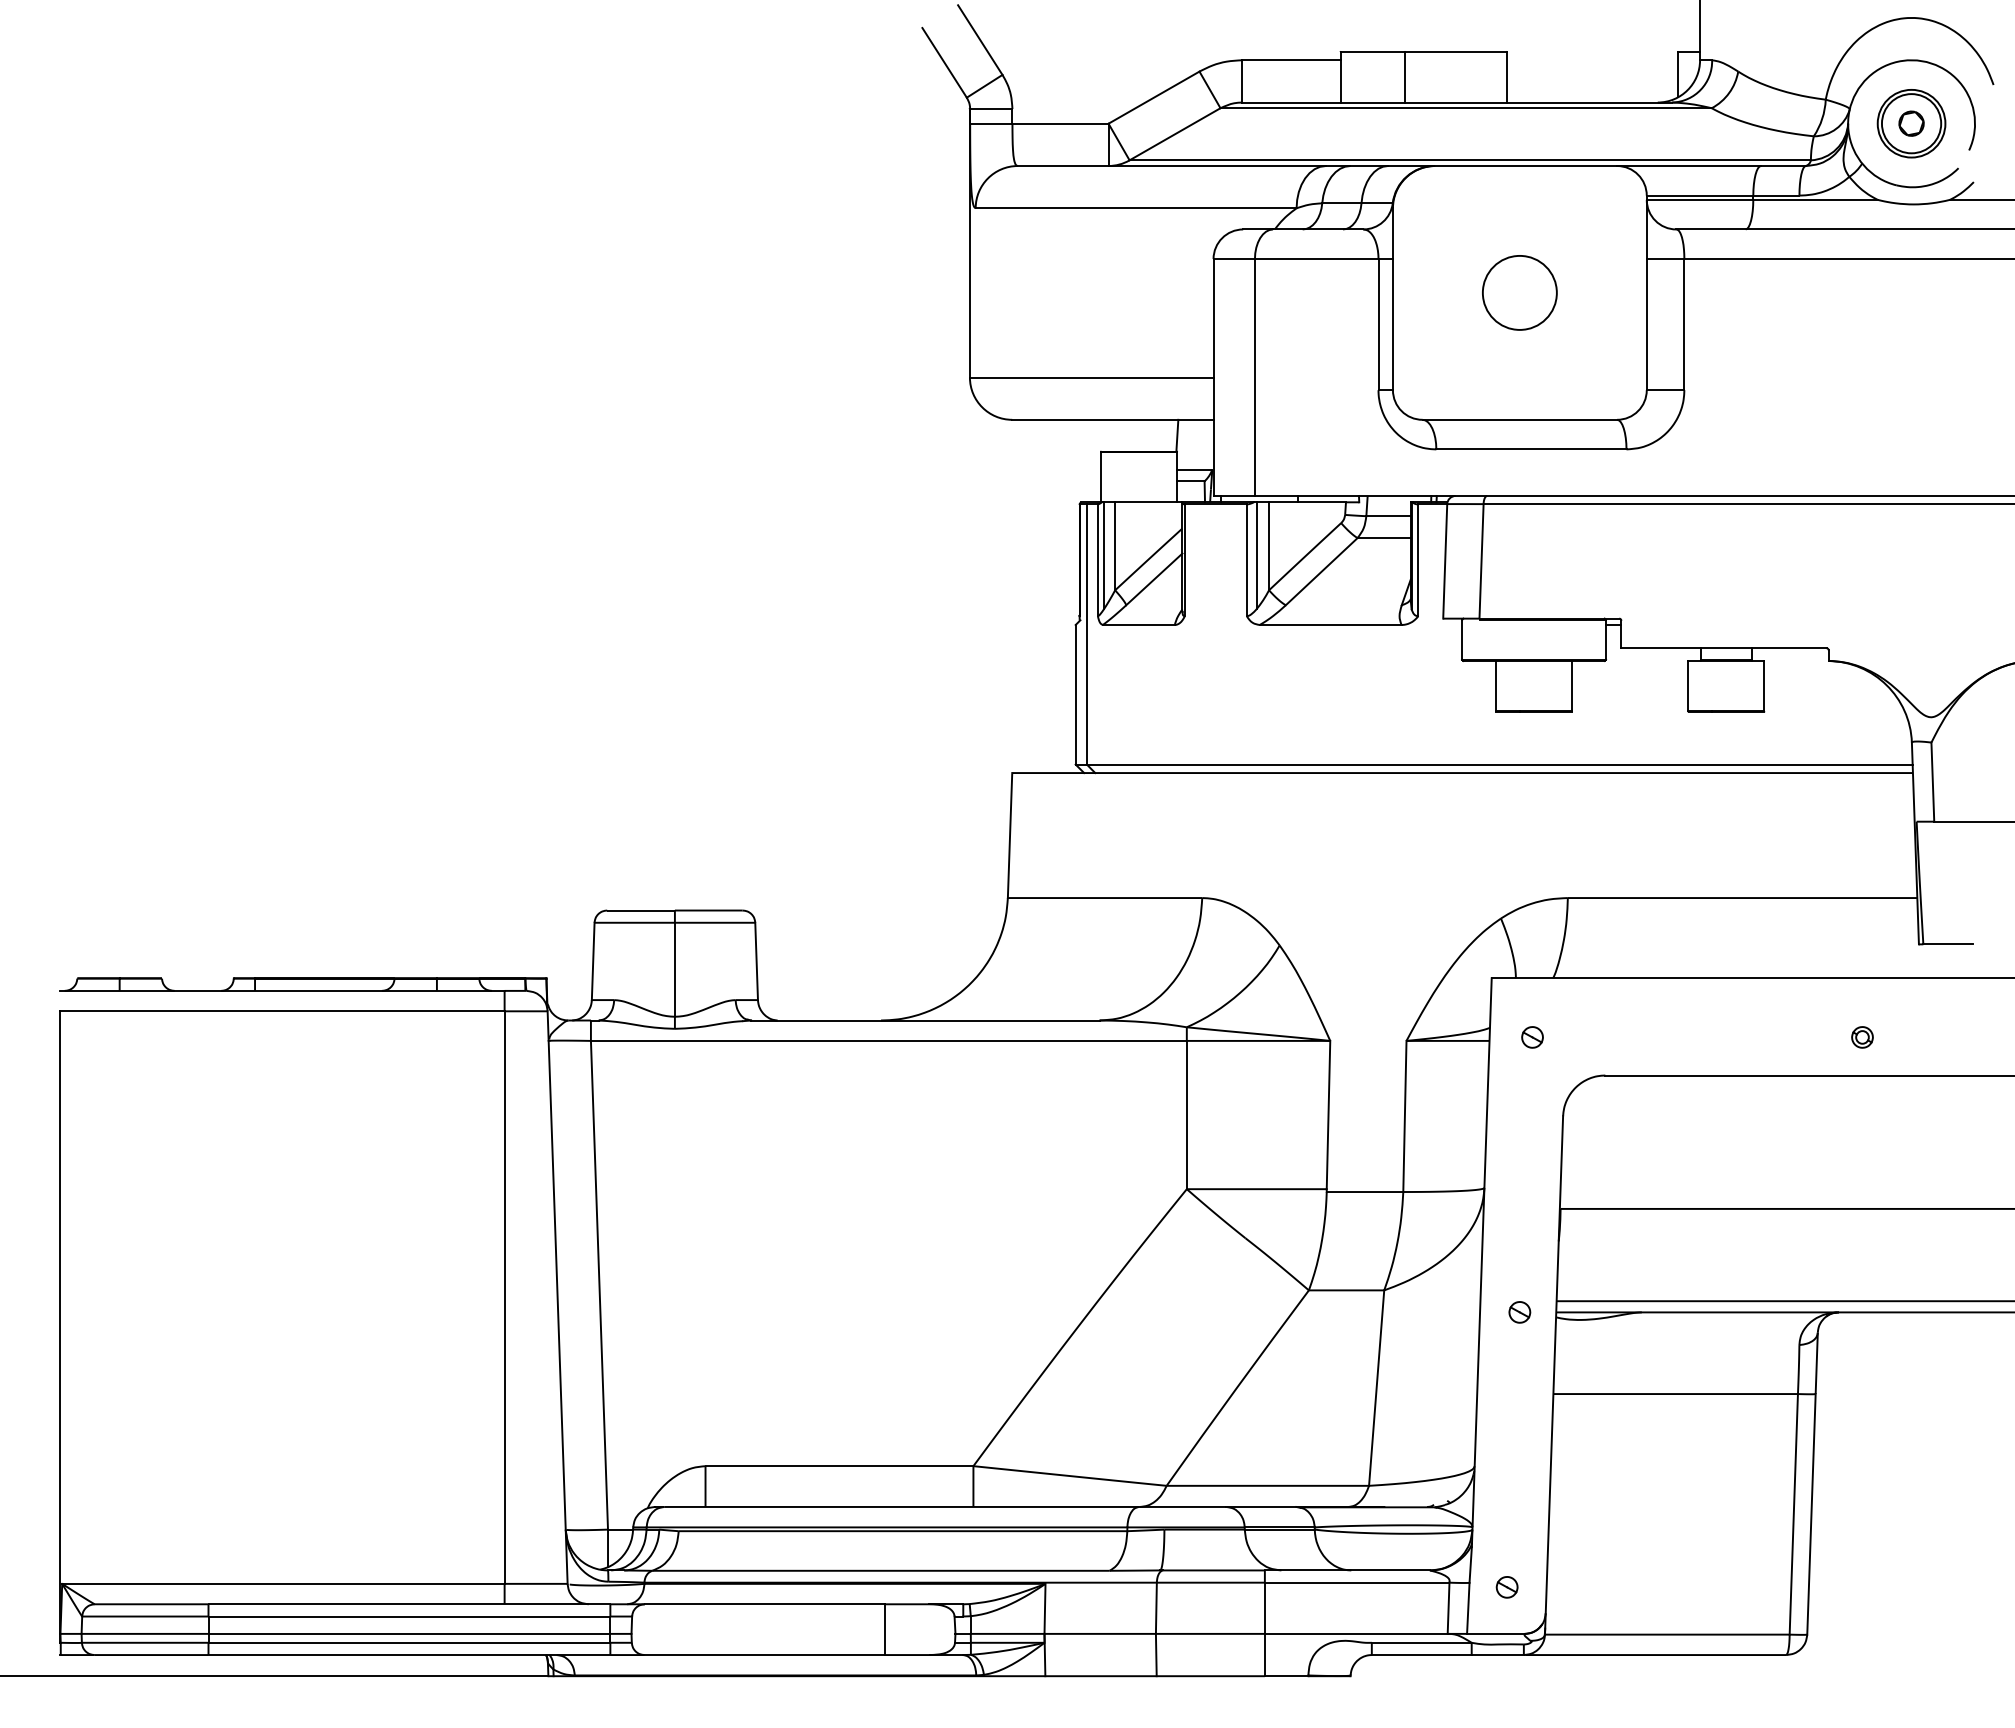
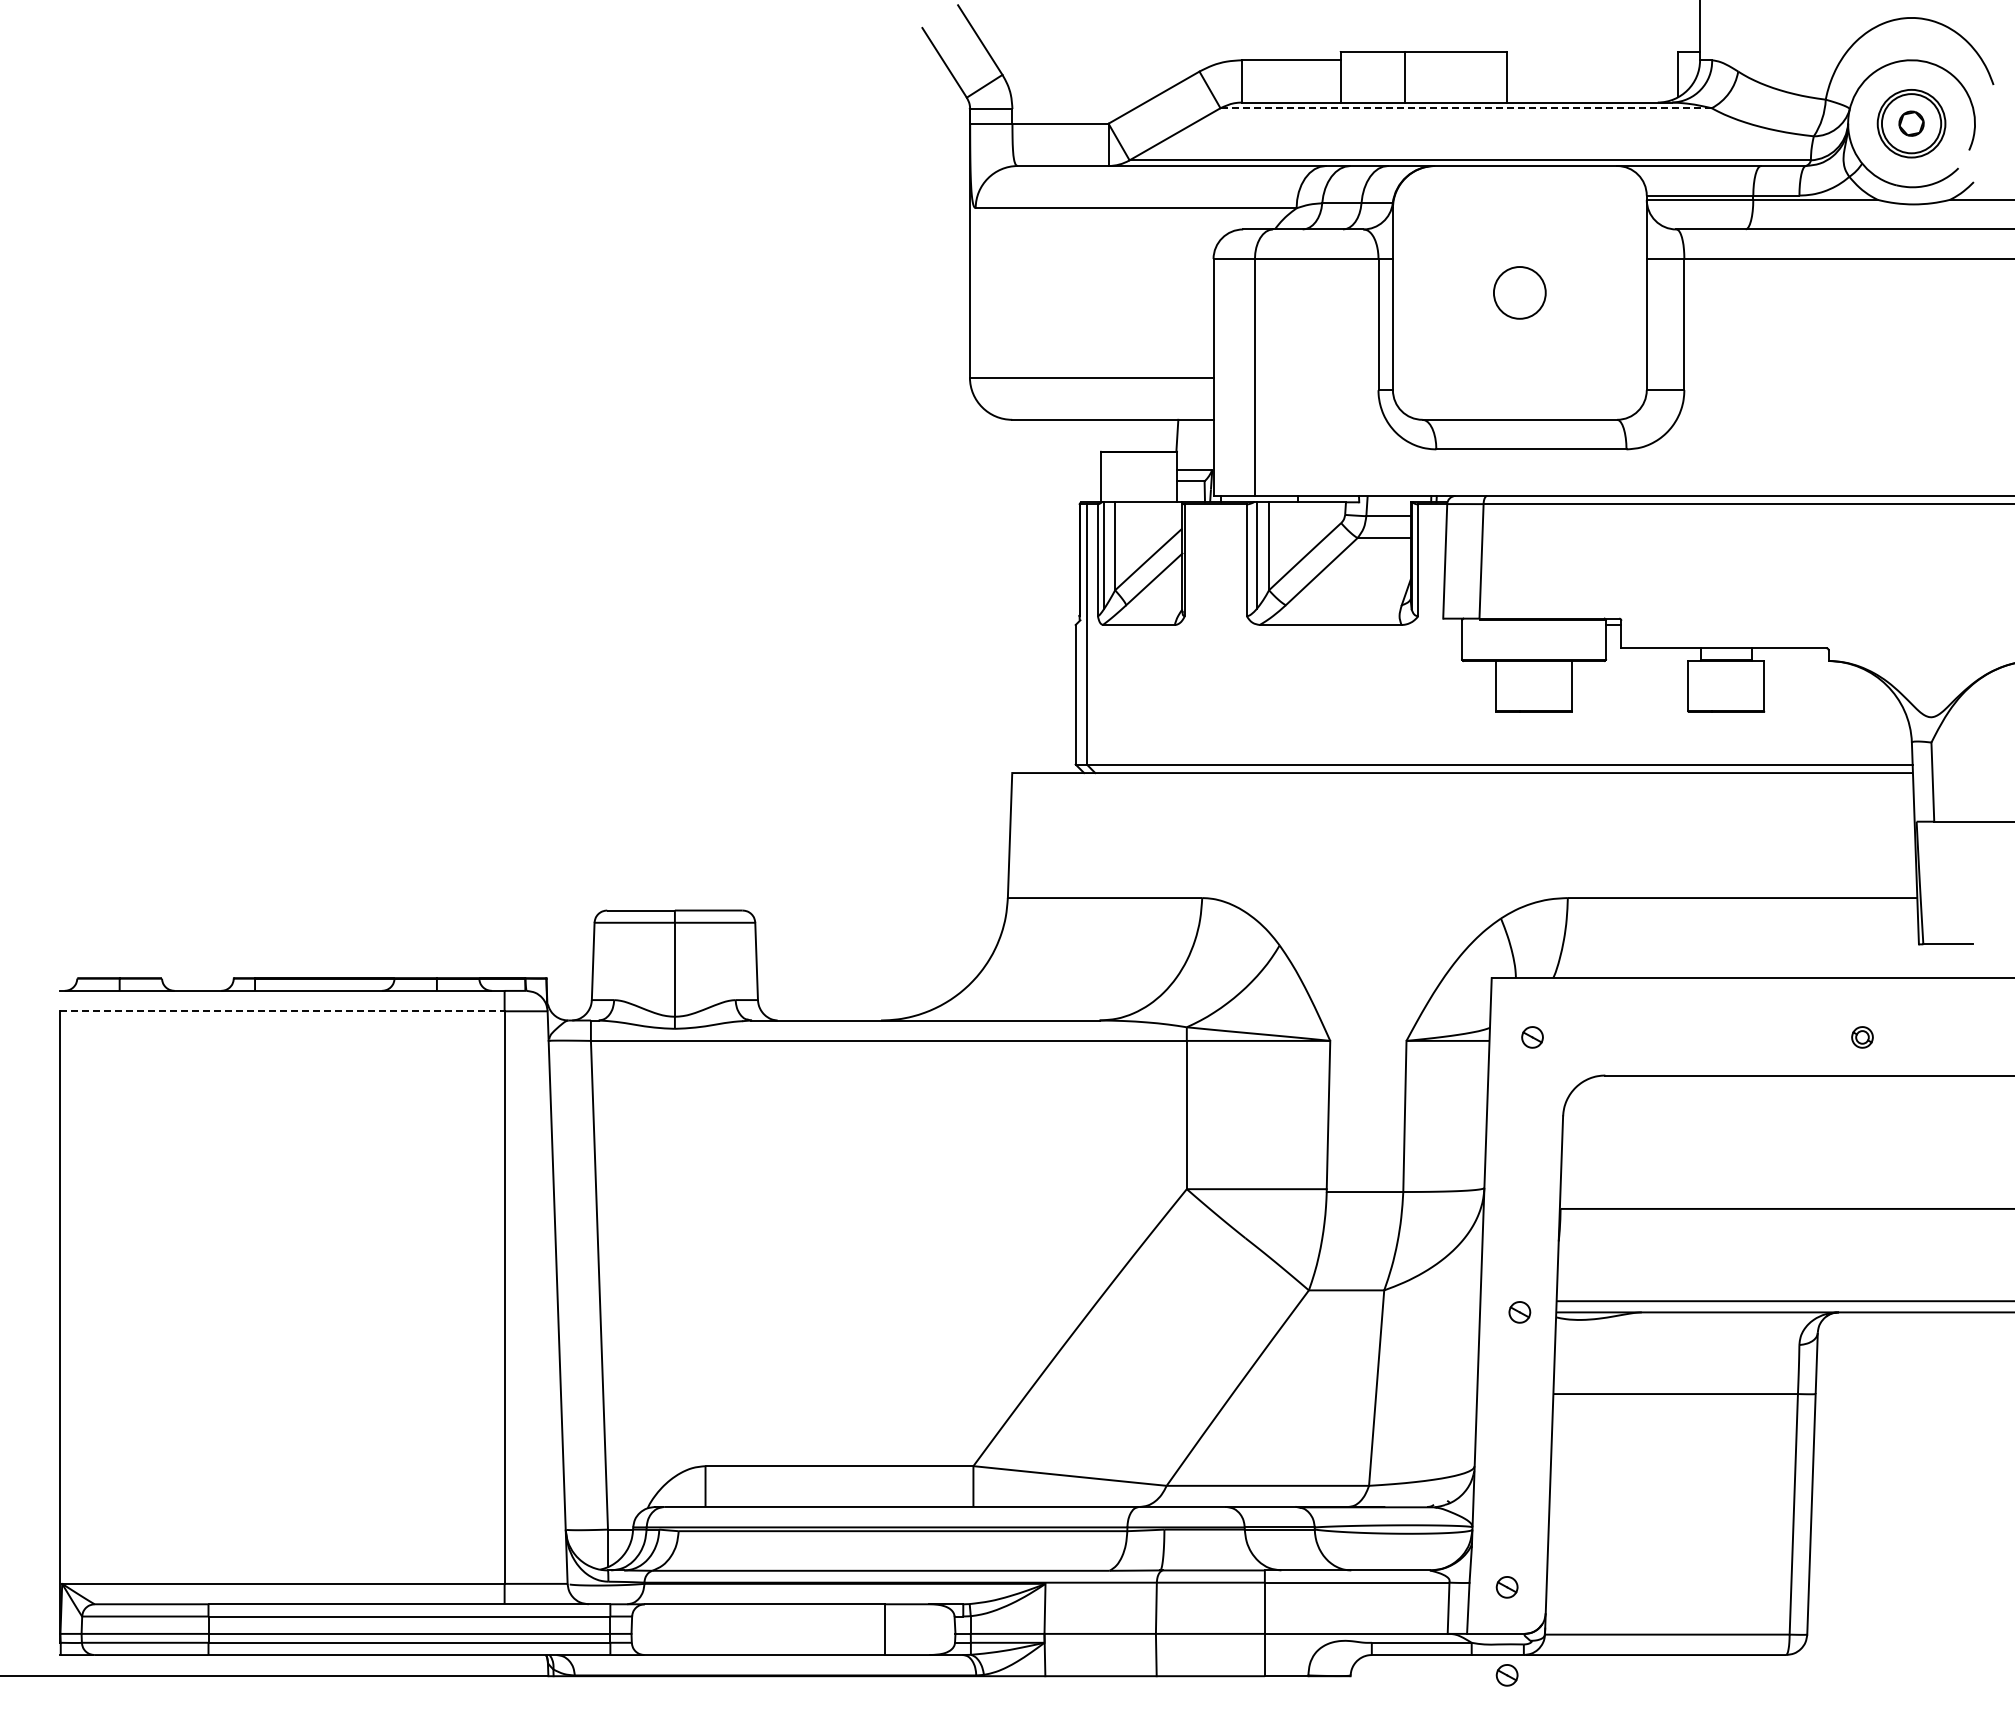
line at (1466, 108): solid -> dashed
circle at (1519, 292) diameter: 74 px -> 52 px
line at (283, 1011): solid -> dashed
part at (1506, 1675): none -> present
